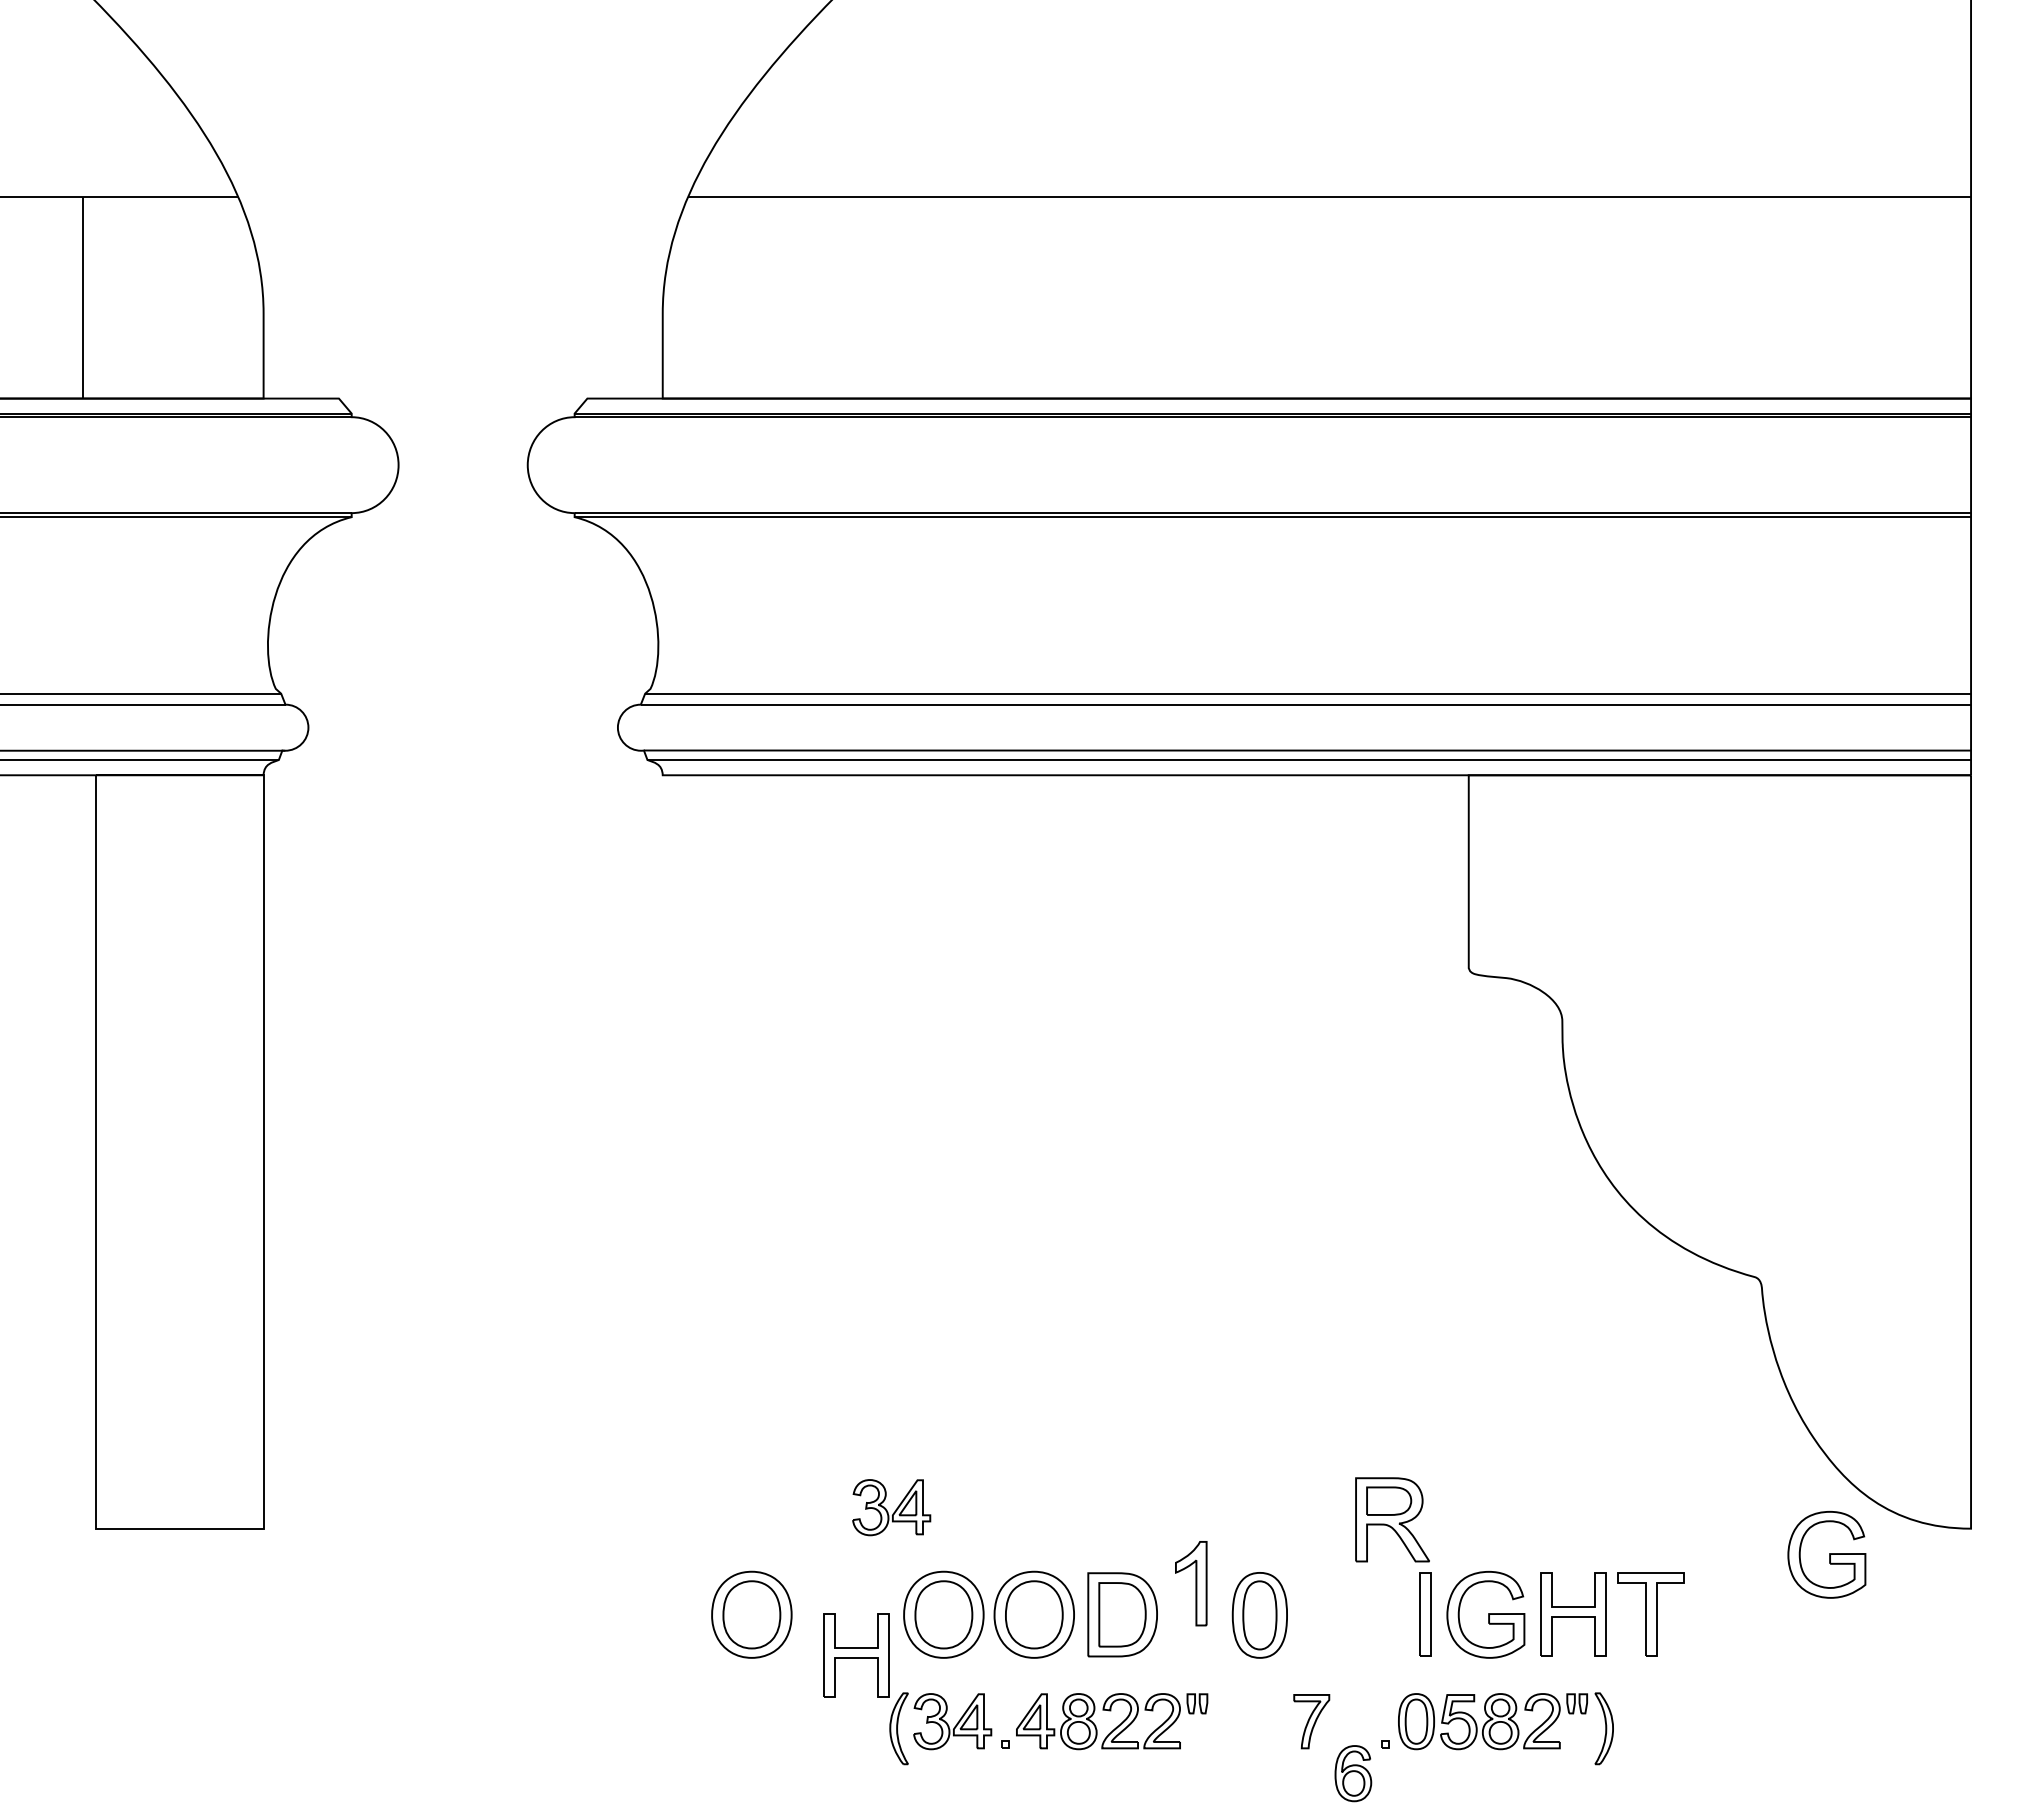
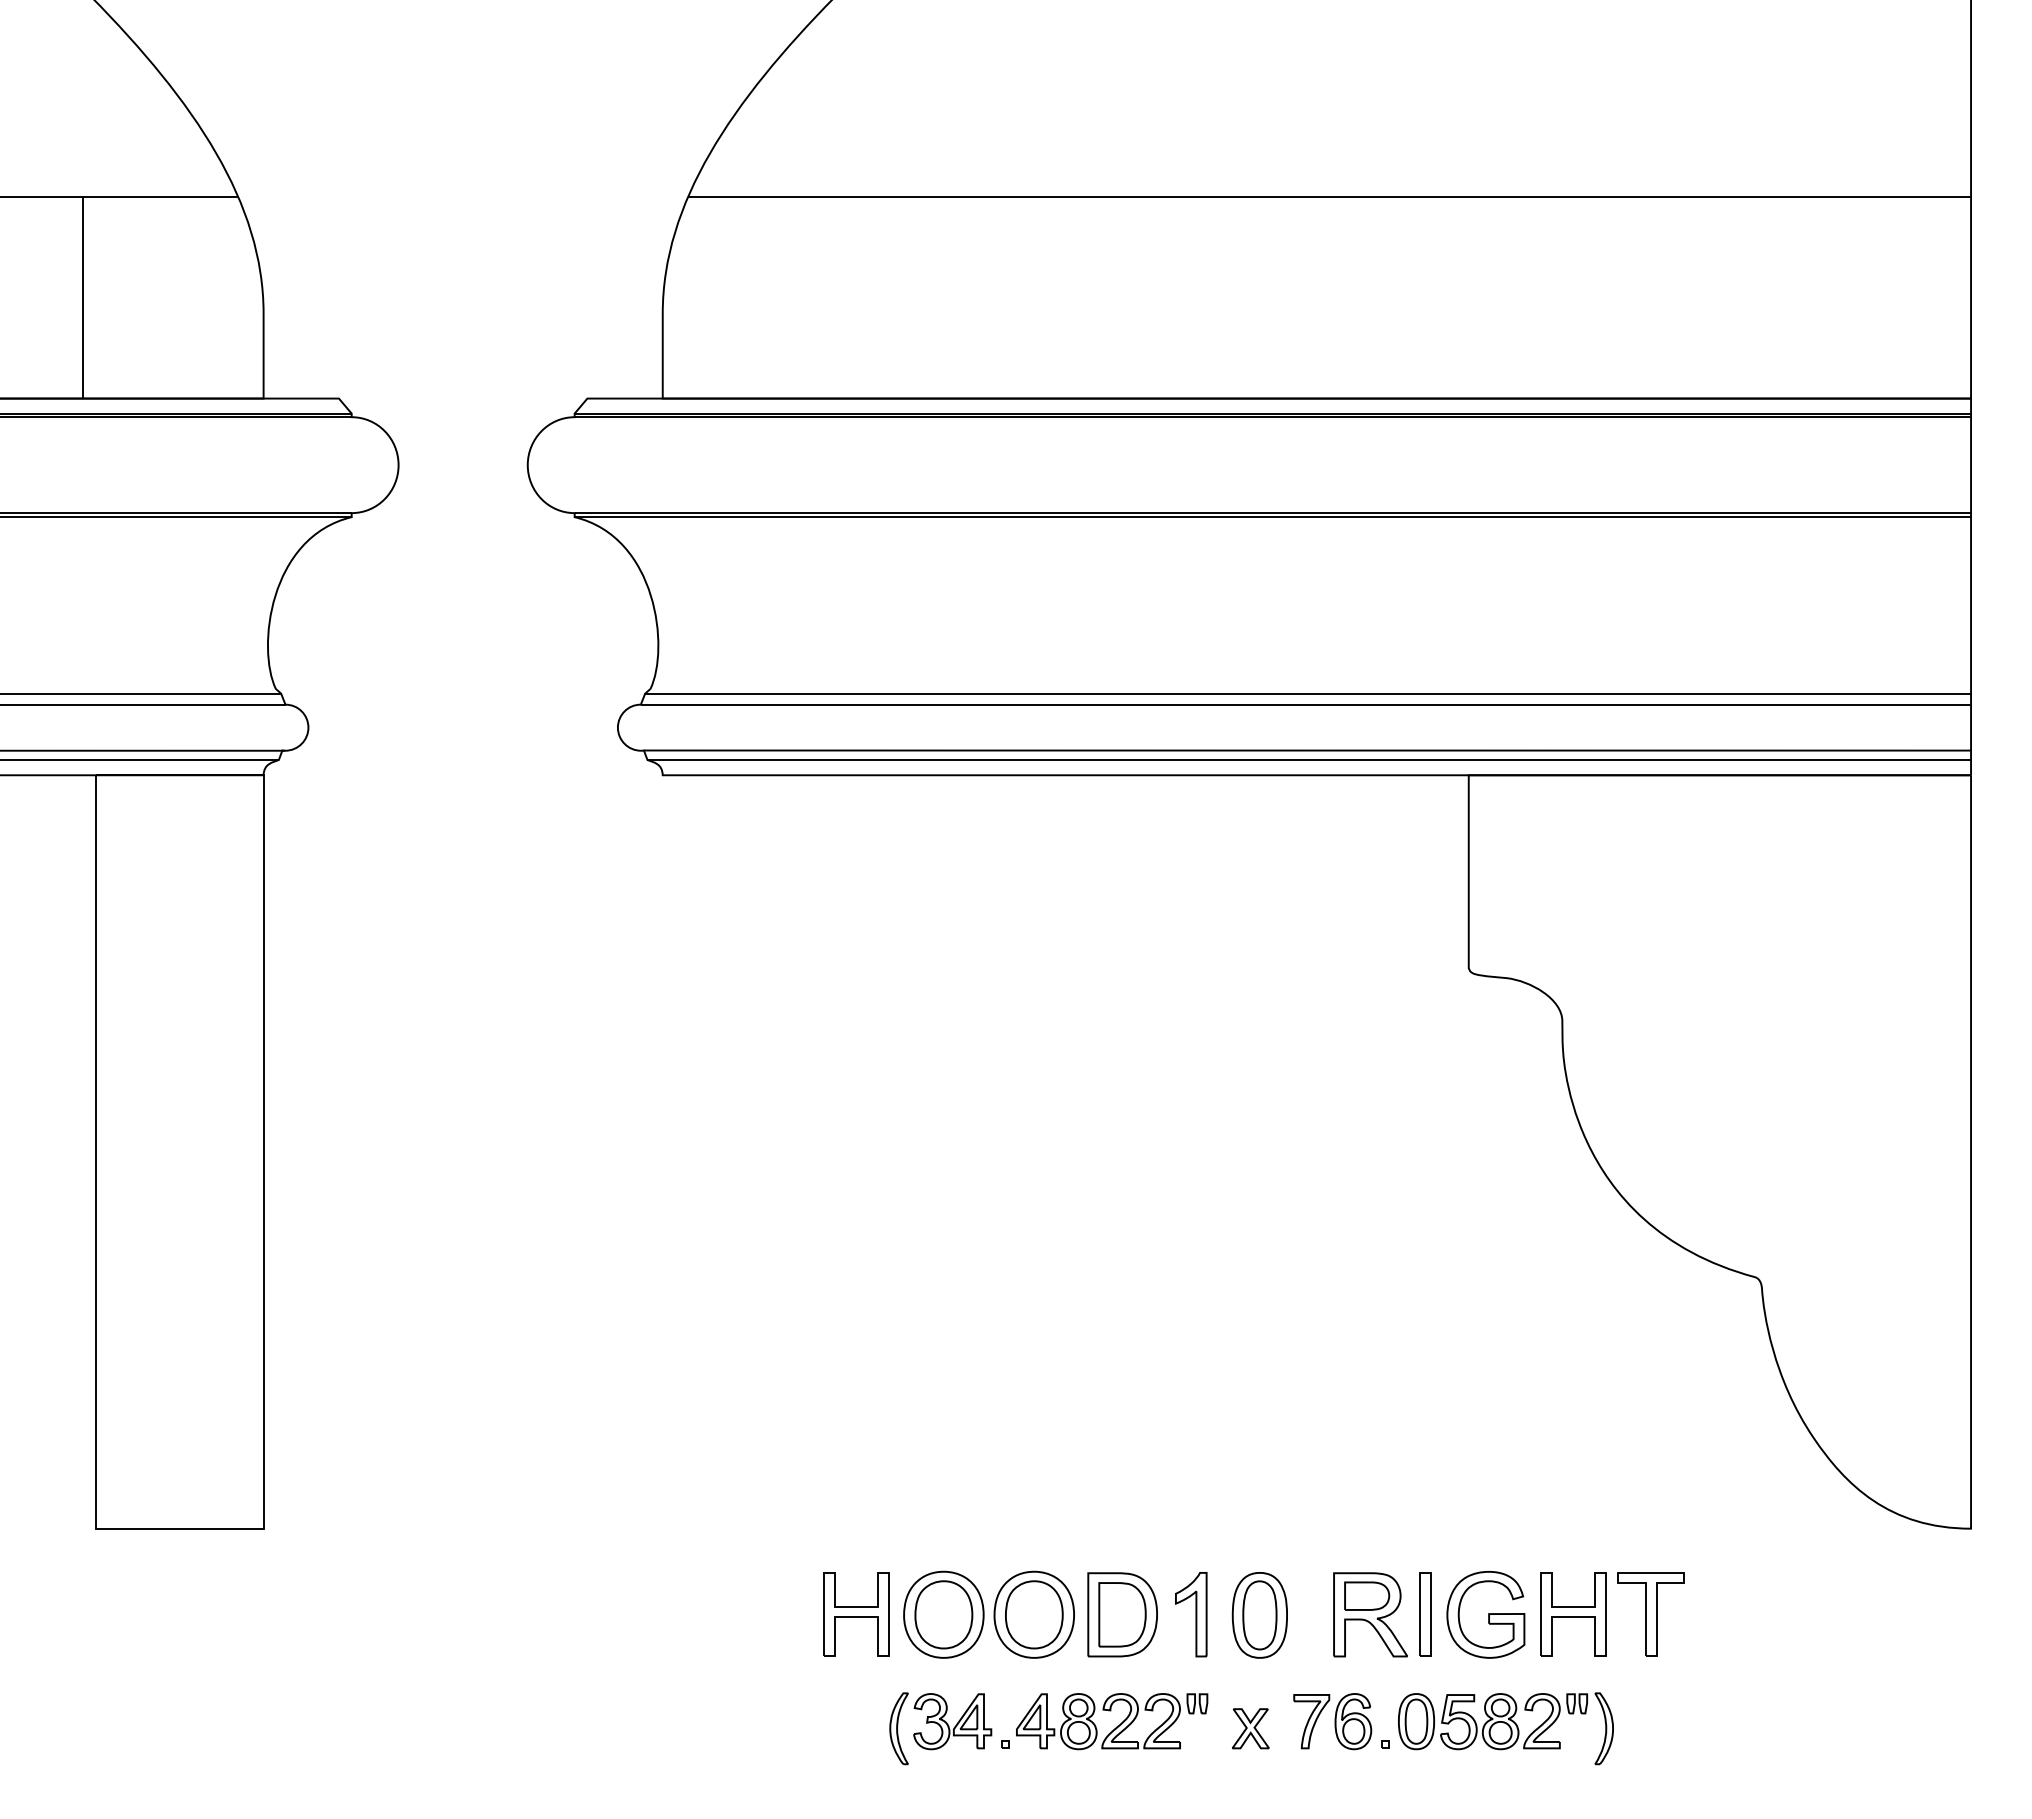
part at (891, 1507): present -> none
part at (1392, 1519) position: (1392, 1519) -> (1370, 1614)
part at (1826, 1554): present -> none
part at (1191, 1583) position: (1191, 1583) -> (1191, 1614)
part at (751, 1614): present -> none
part at (856, 1655) position: (856, 1655) -> (856, 1614)
part at (1250, 1728): none -> present
part at (1353, 1773) position: (1353, 1773) -> (1353, 1721)
